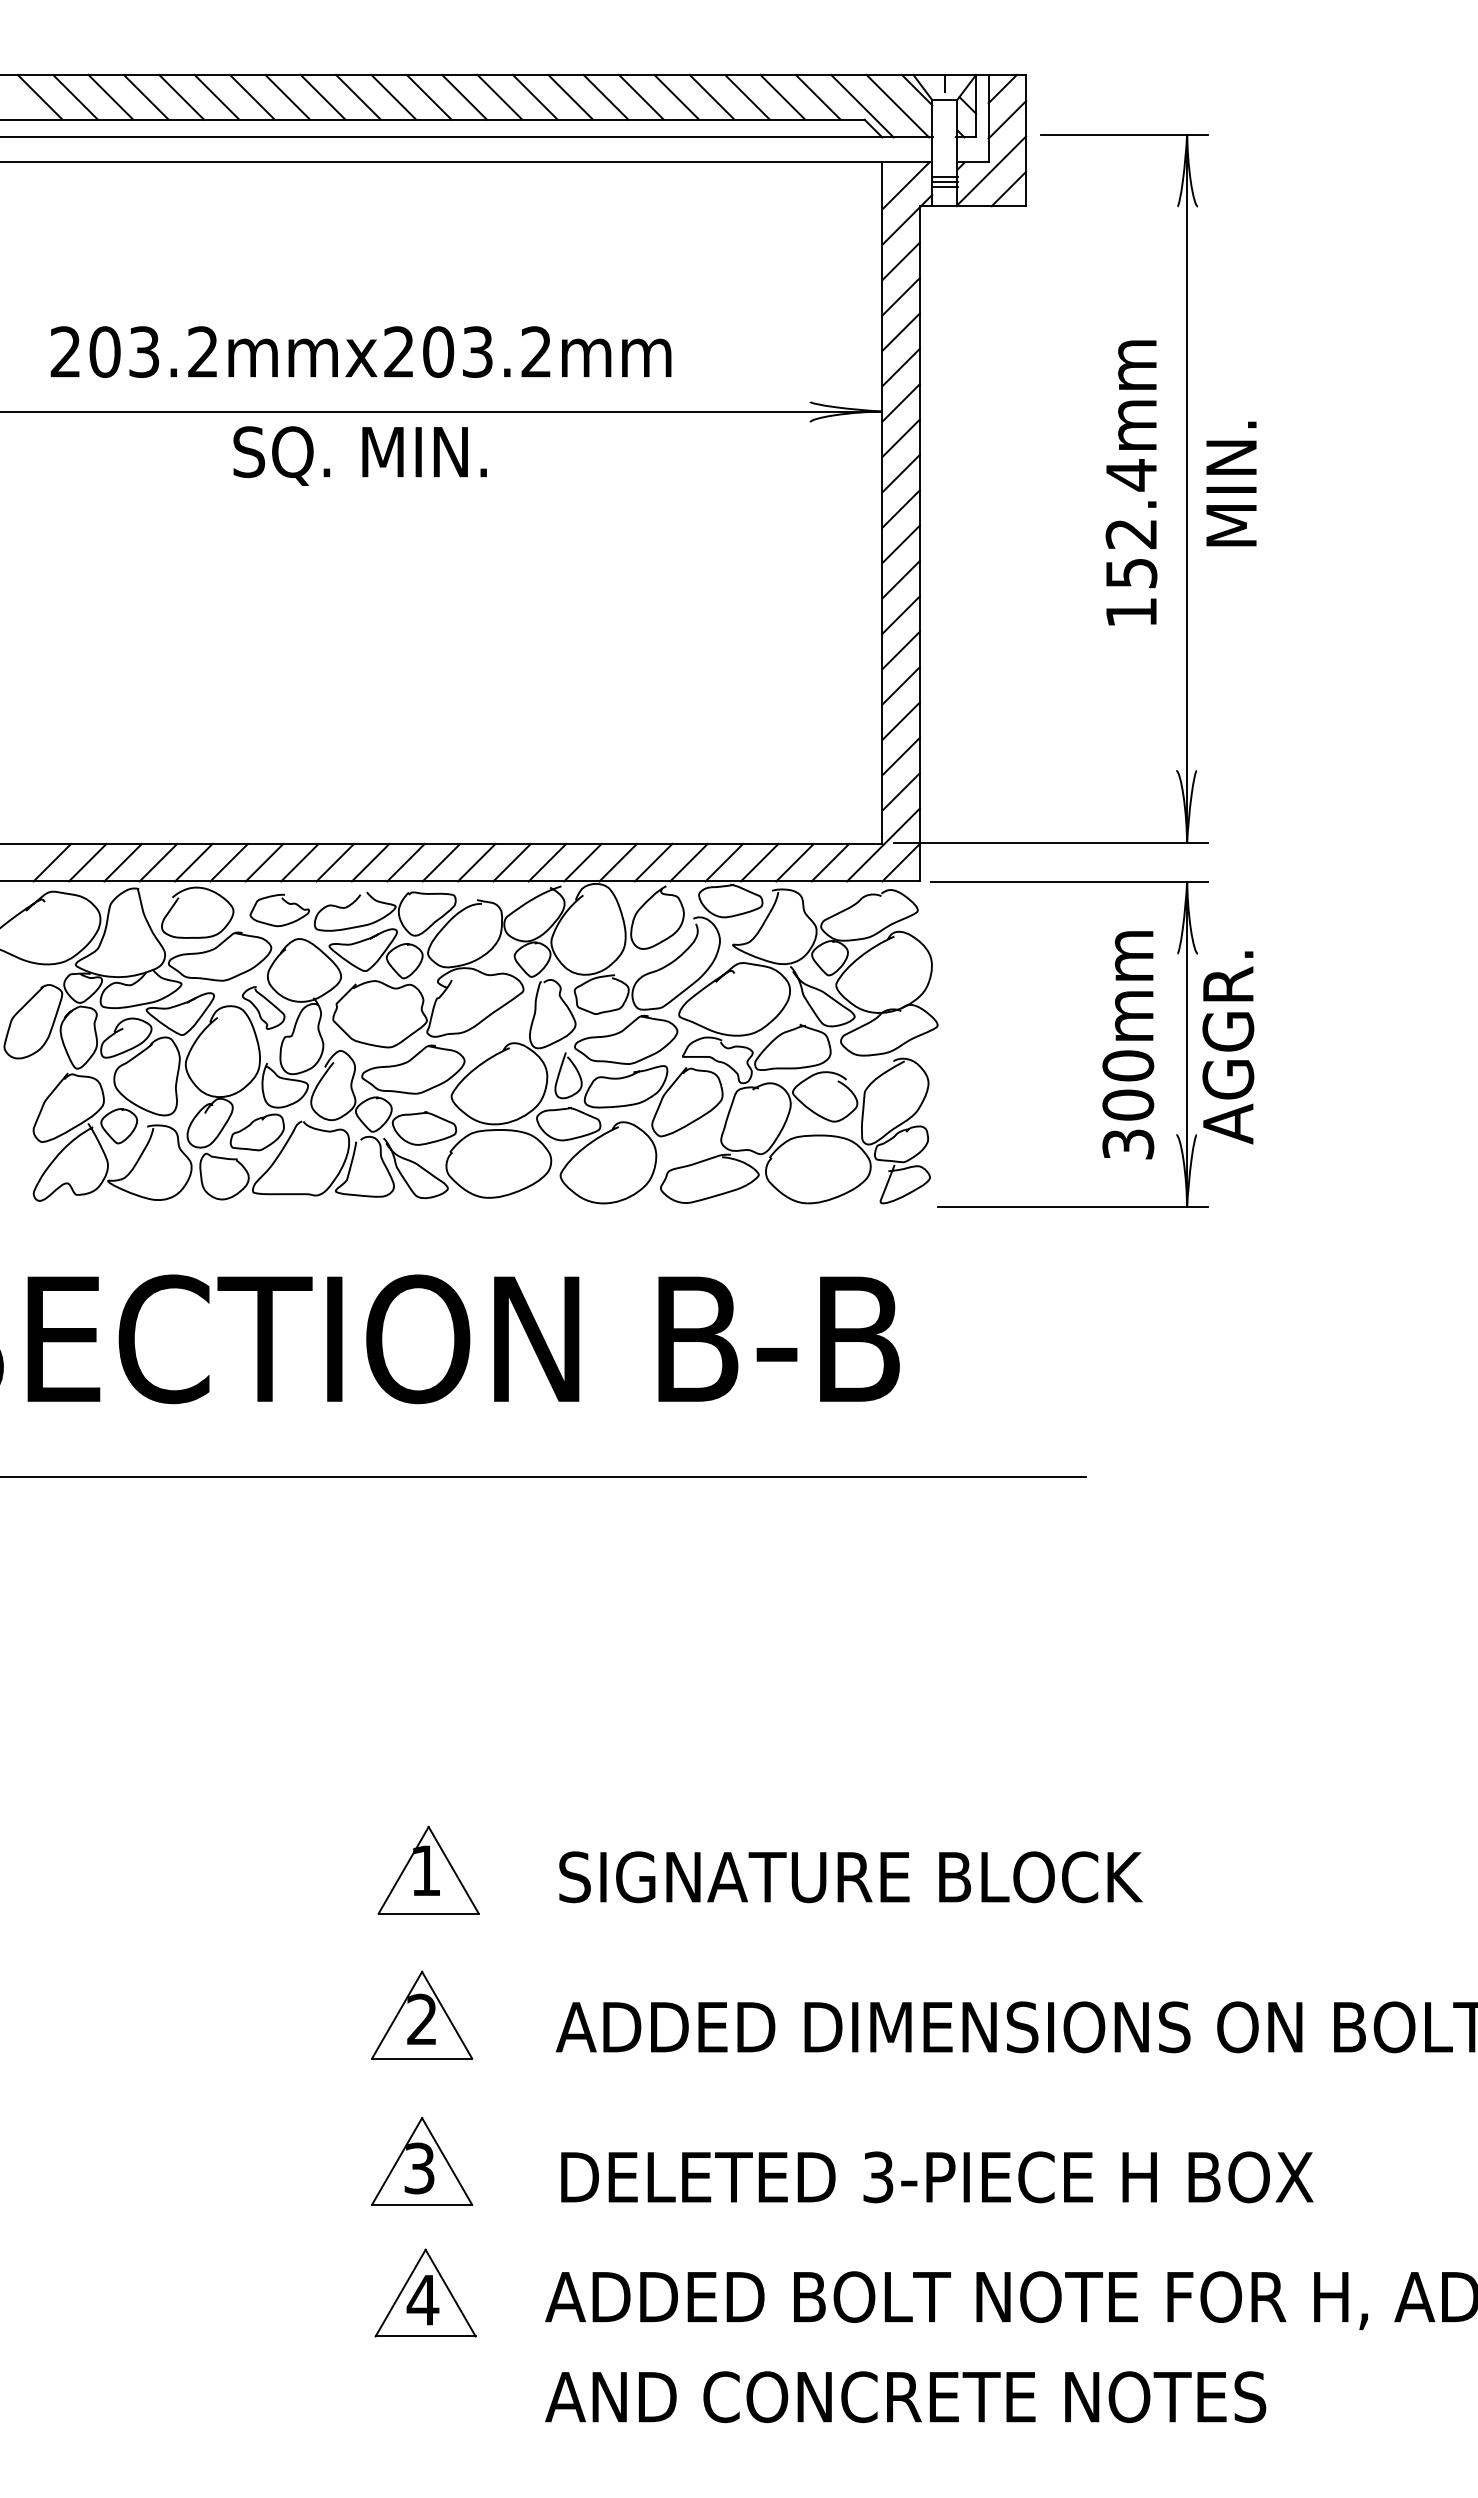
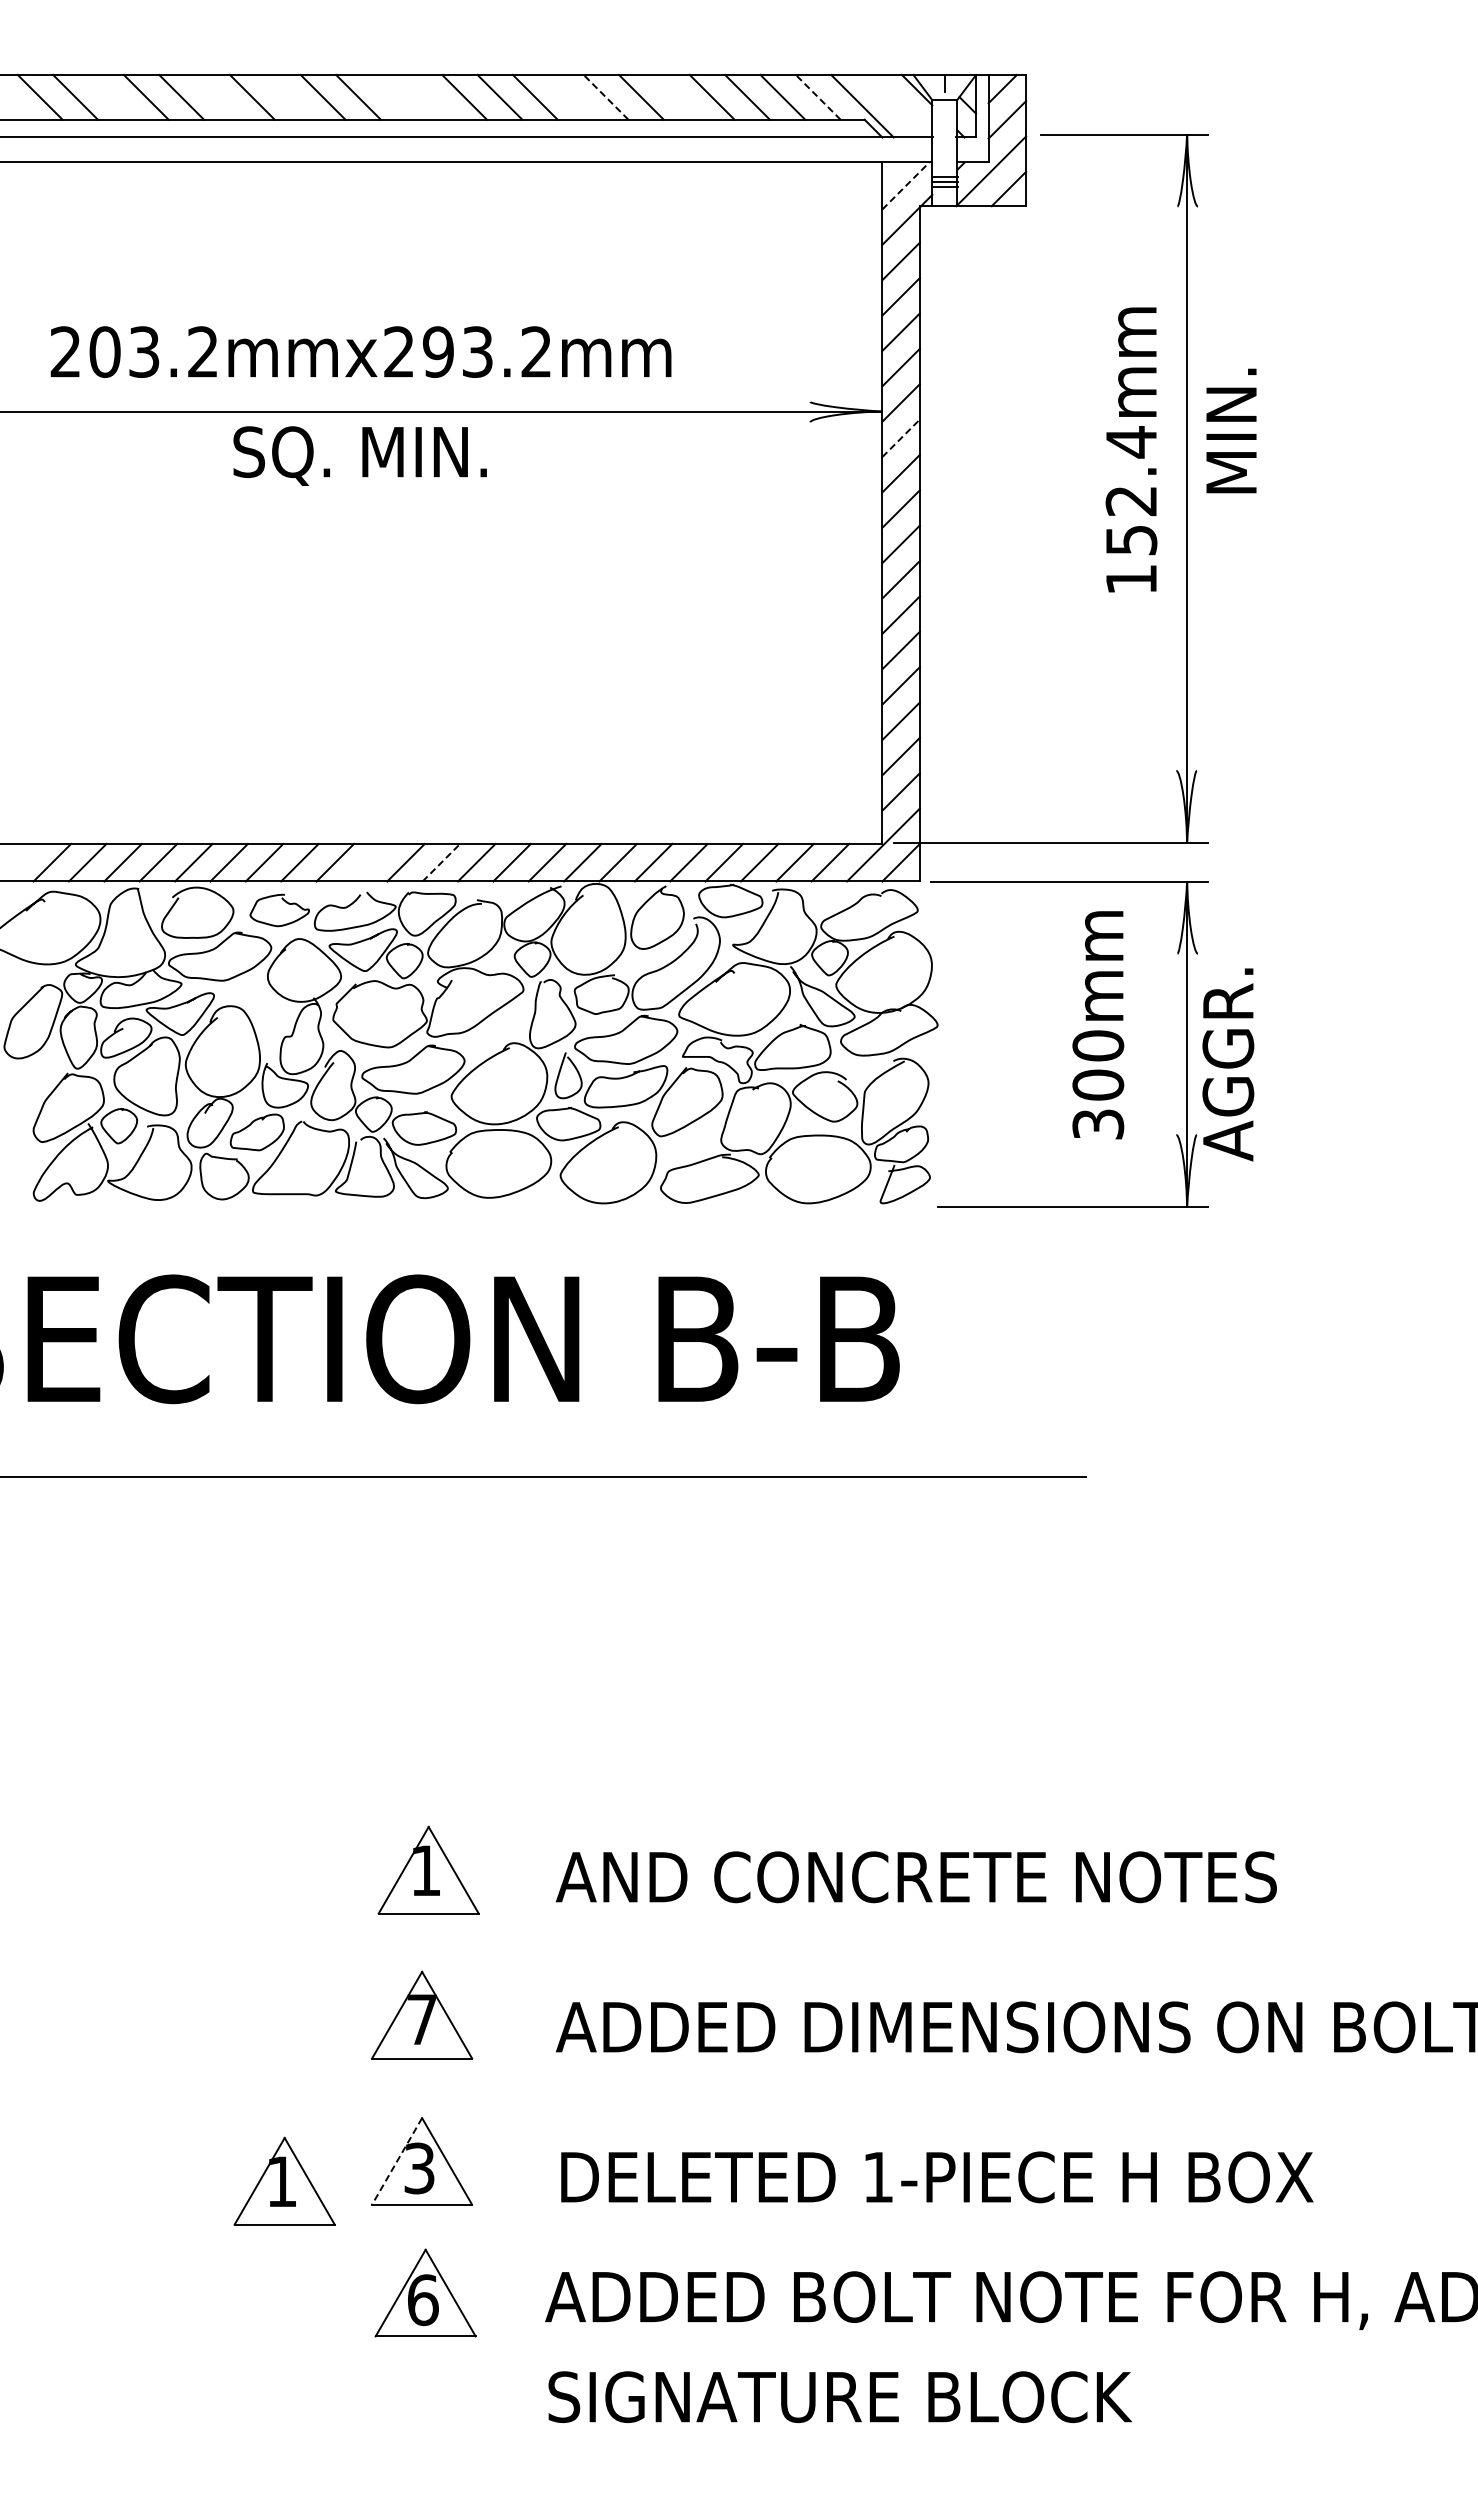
line at (110, 96): present -> none
line at (216, 96): present -> none
line at (287, 96): present -> none
line at (393, 96): present -> none
line at (428, 96): present -> none
line at (570, 96): present -> none
line at (676, 96): present -> none
line at (606, 97): solid -> dashed
line at (818, 97): solid -> dashed
line at (897, 105): present -> none
line at (906, 185): solid -> dashed
text at (438, 351): 203.2mmx203.2mm -> 203.2mmx293.2mm
line at (901, 438): solid -> dashed
text at (1131, 482) position: (1131, 482) -> (1131, 449)
text at (1231, 483) position: (1231, 483) -> (1231, 430)
line at (370, 862): present -> none
line at (441, 862): solid -> dashed
curve at (258, 1009): present -> none
text at (1128, 1045) position: (1128, 1045) -> (1098, 1025)
text at (1228, 1047) position: (1228, 1047) -> (1228, 1064)
text at (916, 1877): SIGNATURE BLOCK -> AND CONCRETE NOTES
text at (421, 2018): 2 -> 7
line at (396, 2161): solid -> dashed
text at (878, 2177): 3-PIECE -> 1-PIECE
part at (284, 2180): none -> present
text at (422, 2300): 4 -> 6
text at (905, 2397): AND CONCRETE NOTES -> SIGNATURE BLOCK
